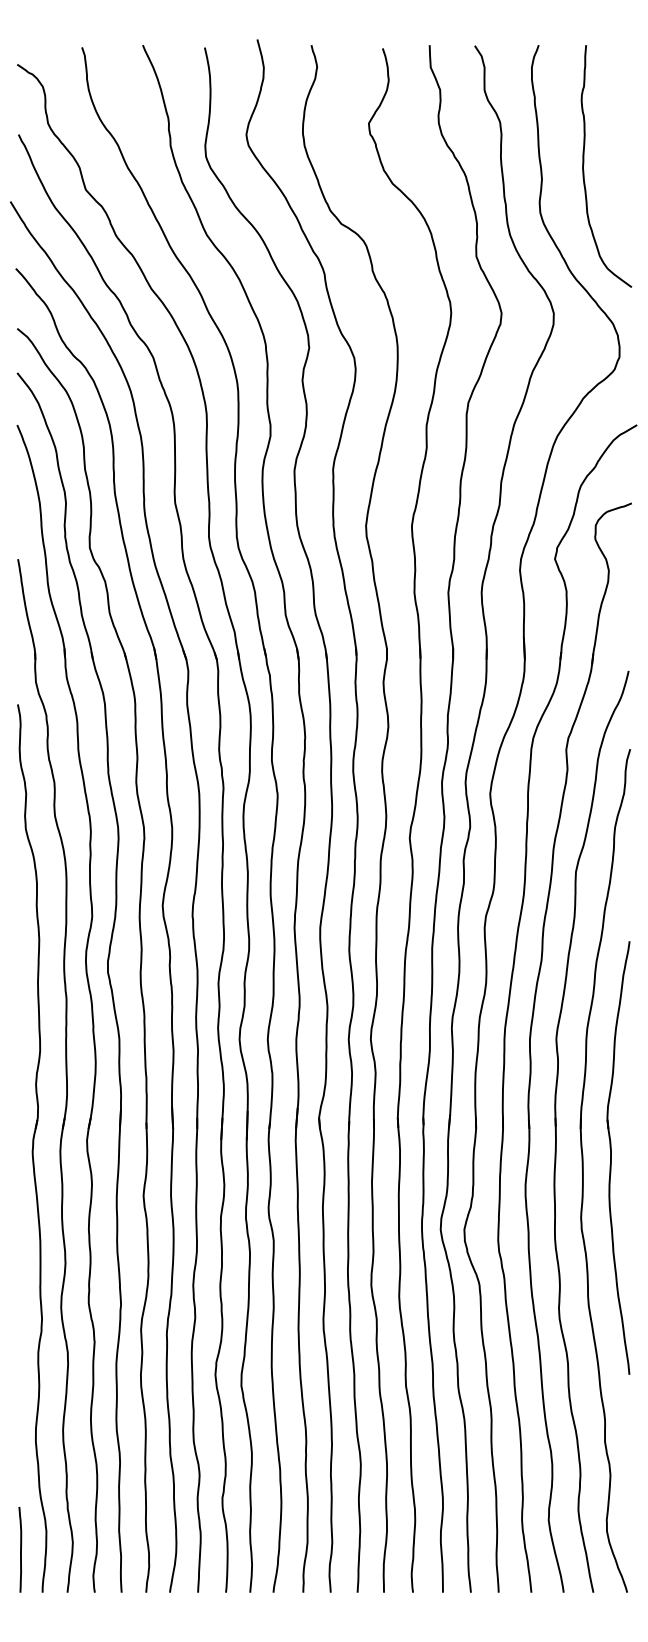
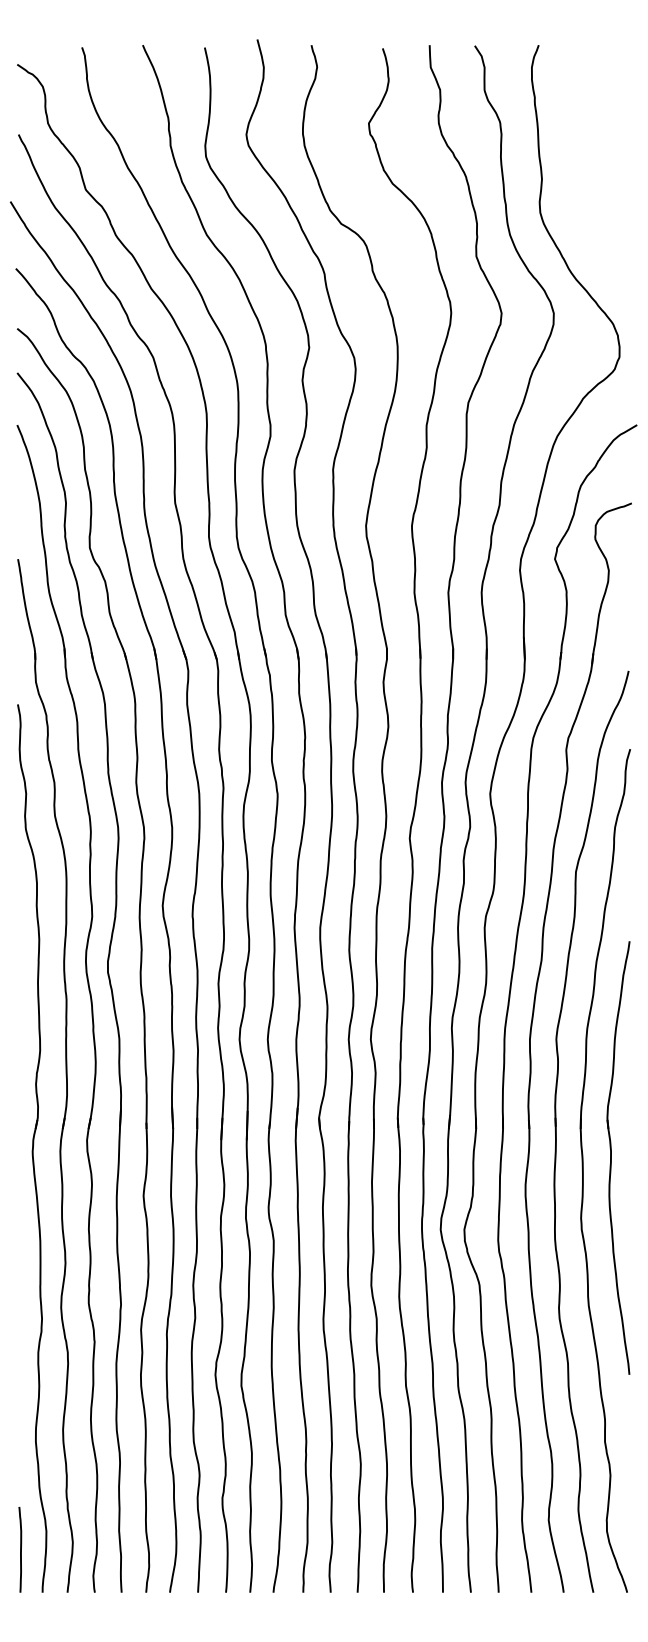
curve at (584, 164): present -> none
